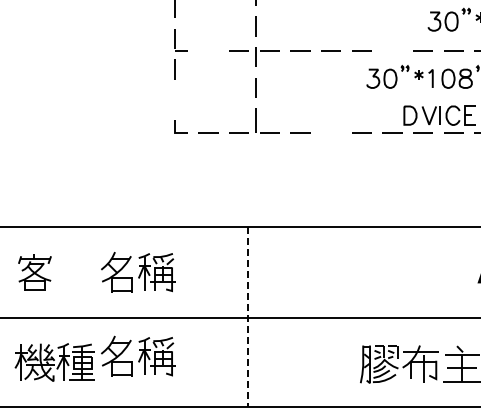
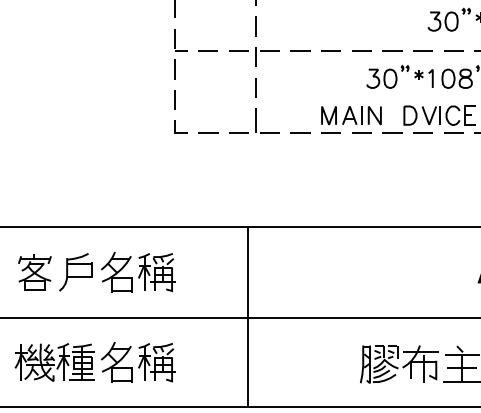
line at (207, 50): none -> present
line at (392, 50): none -> present
line at (174, 99): none -> present
part at (351, 119): none -> present
part at (75, 272): none -> present
line at (247, 317): dashed -> solid
part at (138, 355) position: (138, 355) -> (138, 361)
